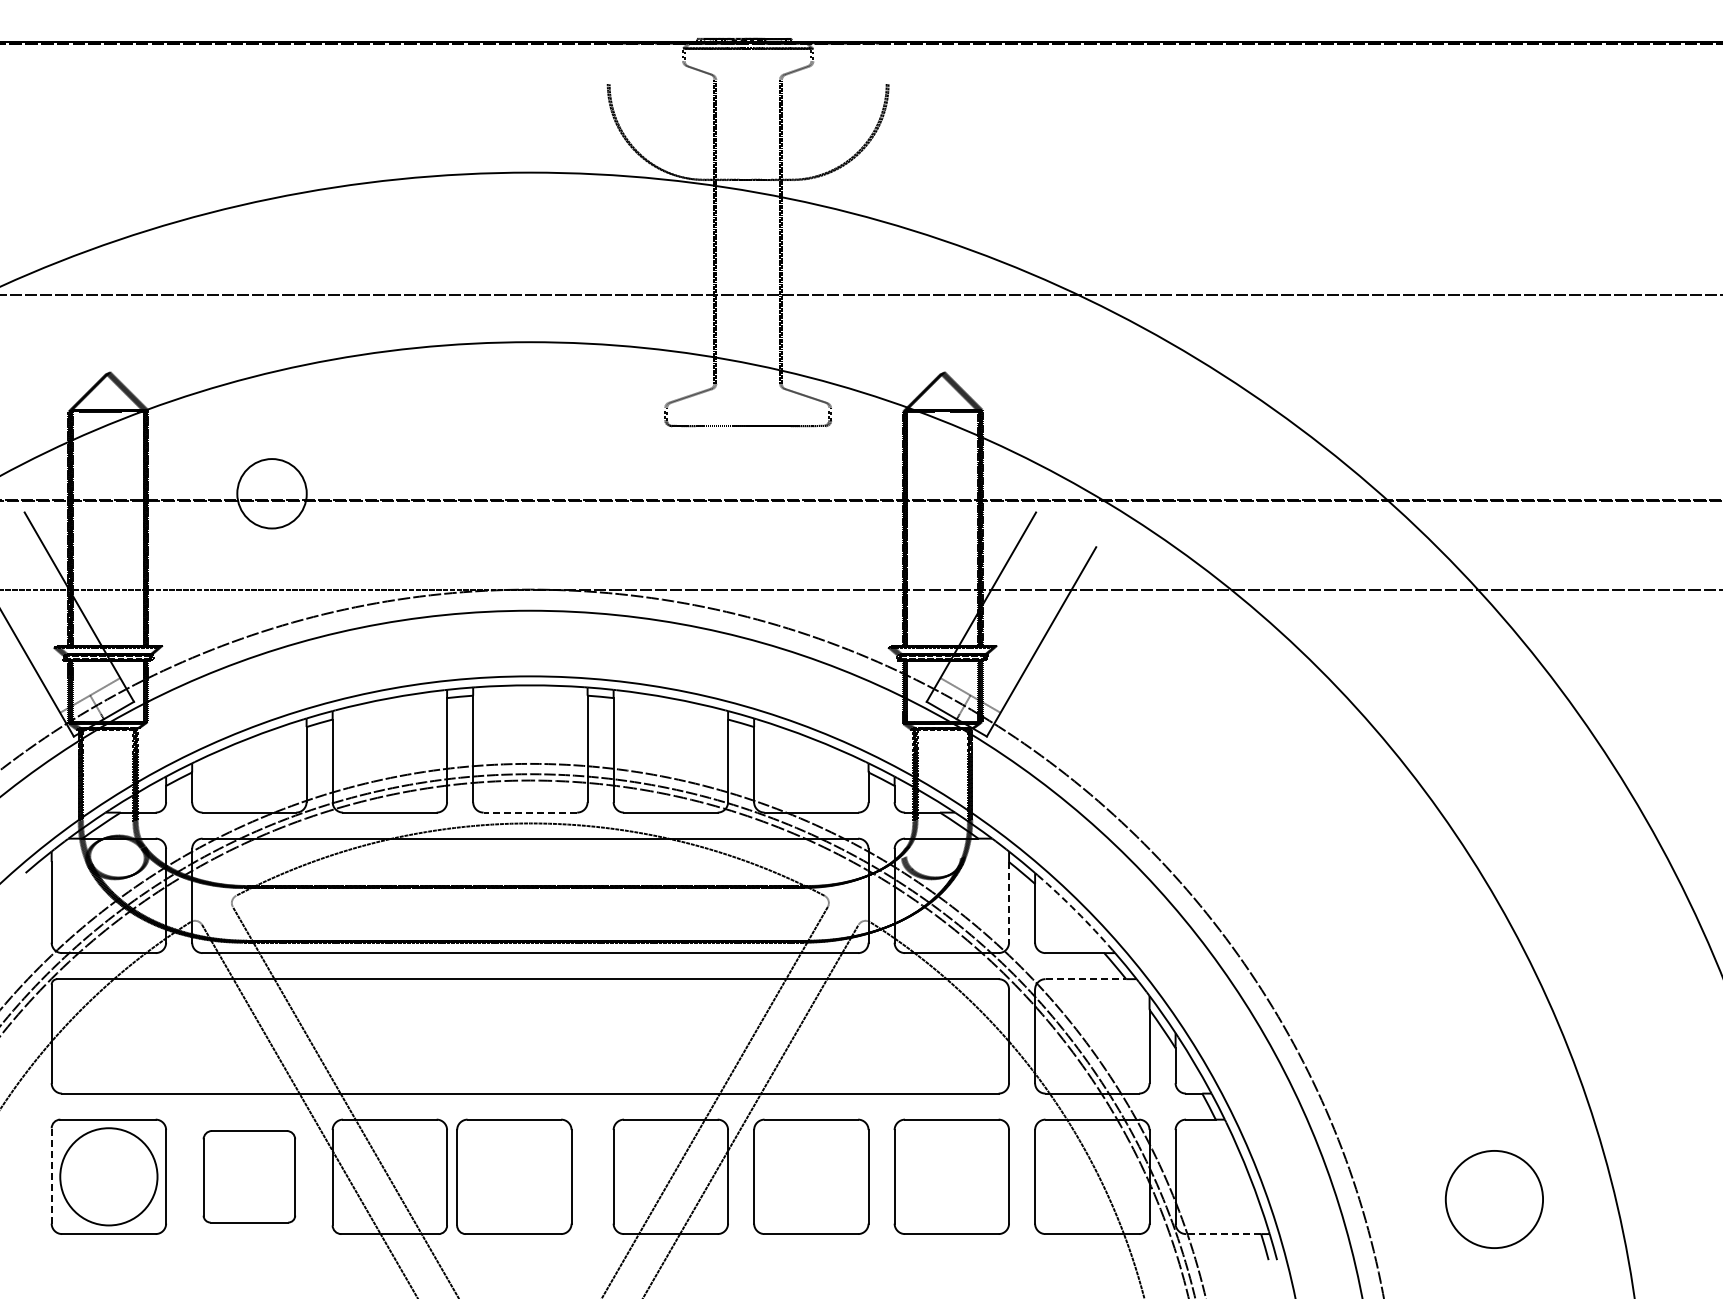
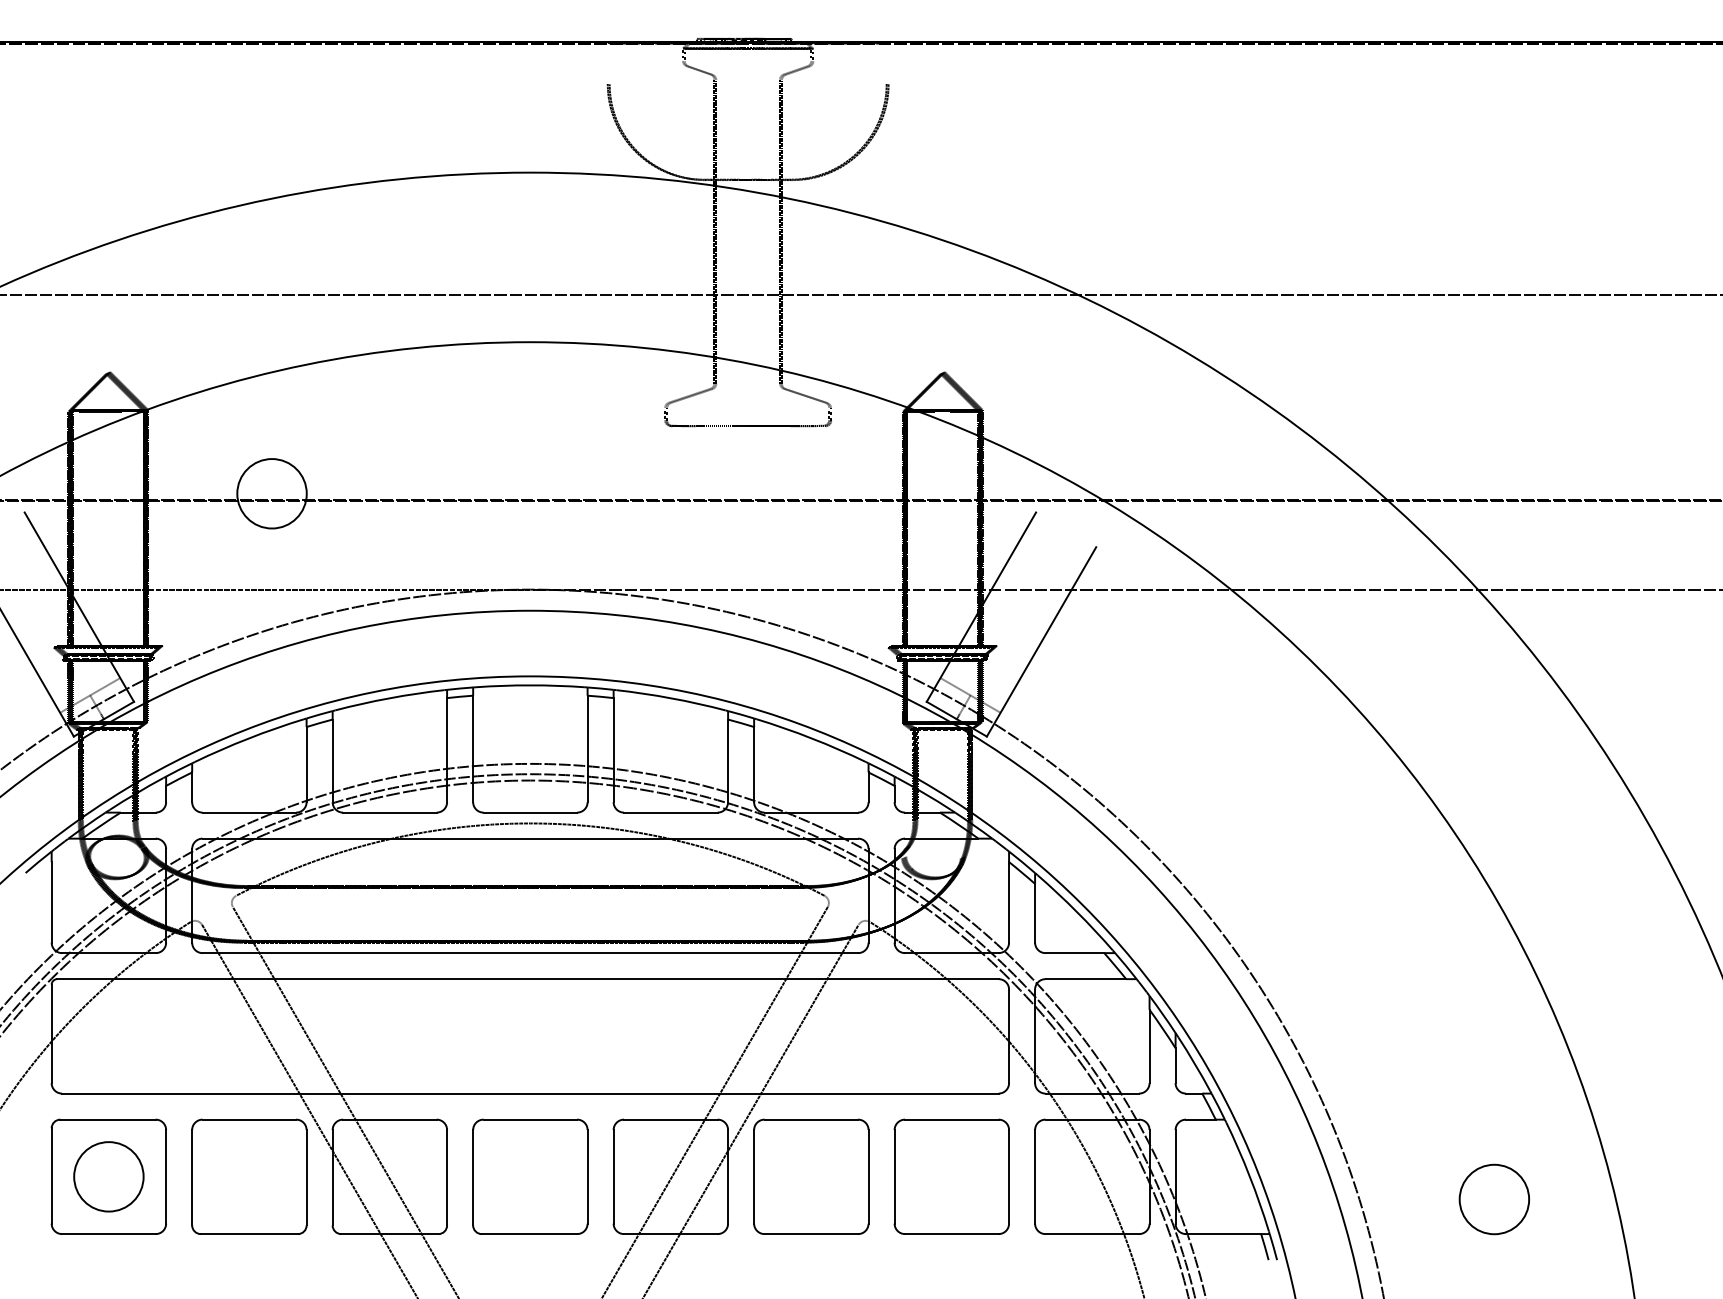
line at (530, 812): dashed -> solid
line at (1009, 902): dashed -> solid
arc at (1076, 911): dashed -> solid
line at (1086, 979): dashed -> solid
line at (51, 1175): dashed -> solid
circle at (108, 1176) diameter: 97 px -> 69 px
part at (248, 1176) size: 94x94 px -> 117x117 px
part at (514, 1176) position: (514, 1176) -> (530, 1176)
circle at (1494, 1199) diameter: 97 px -> 69 px
line at (1223, 1234): dashed -> solid
